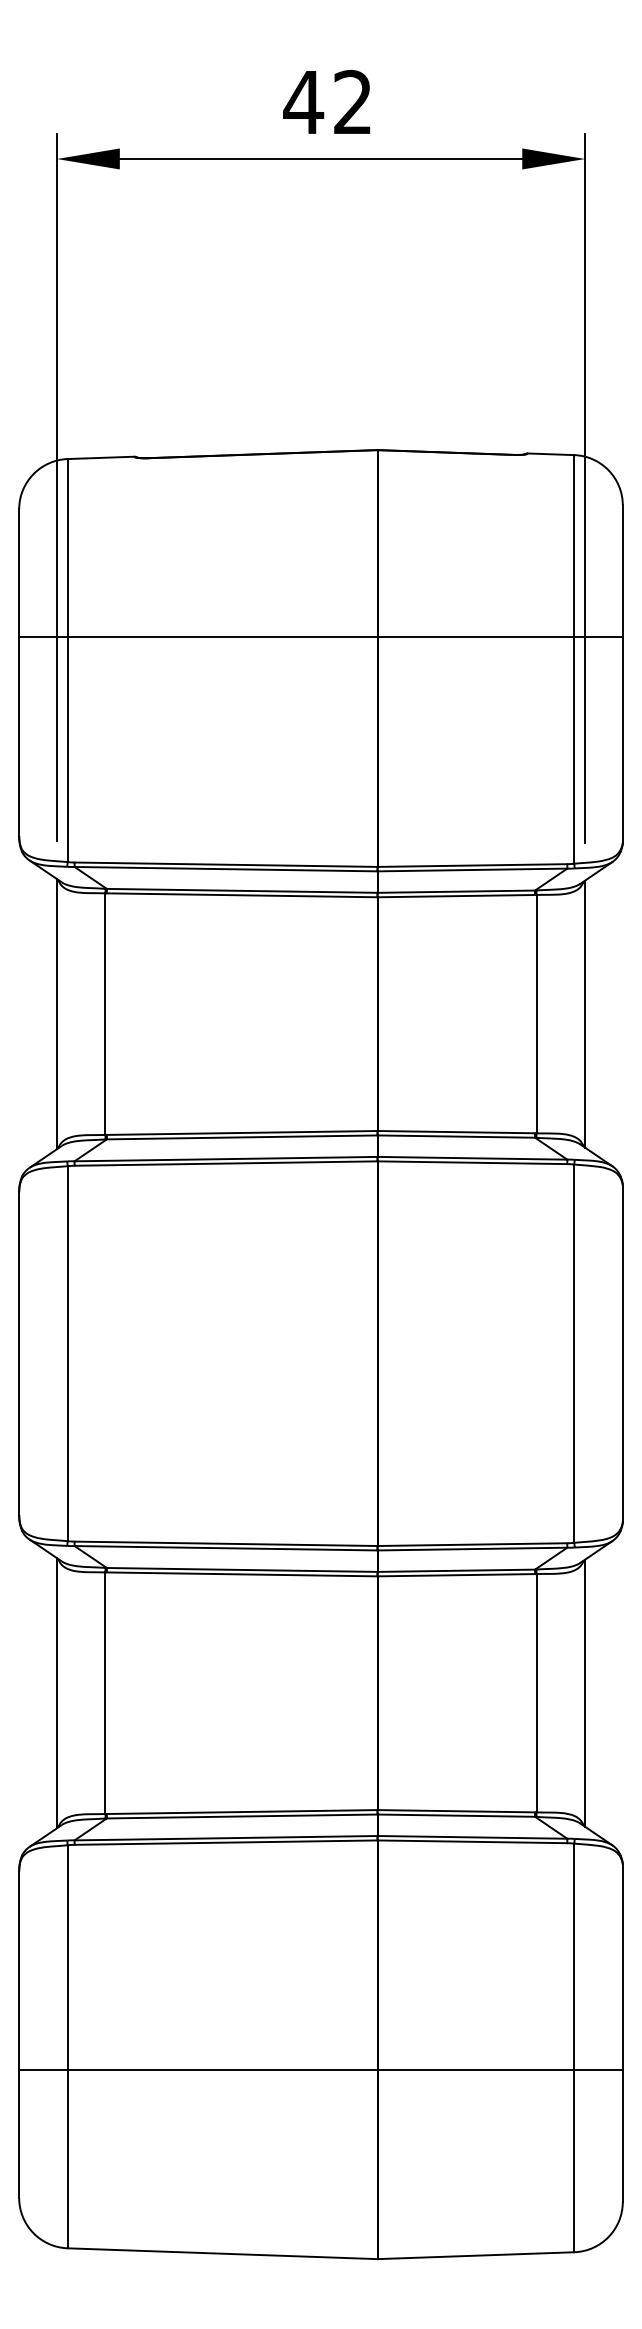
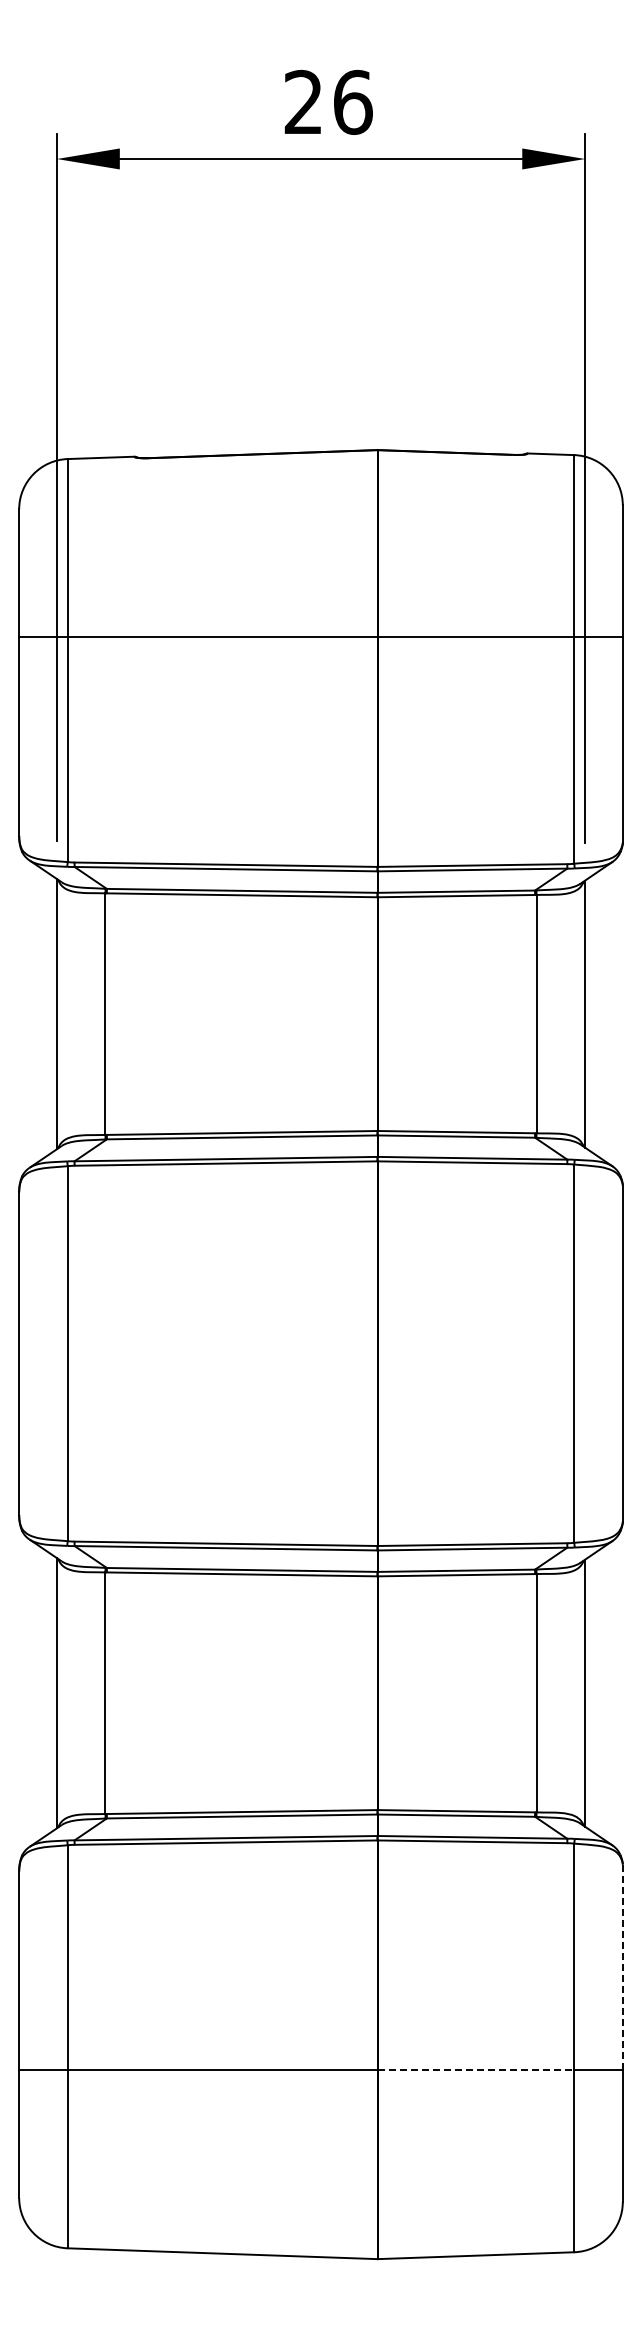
text at (327, 101): 42 -> 26
line at (622, 1967): solid -> dashed
line at (476, 2070): solid -> dashed
